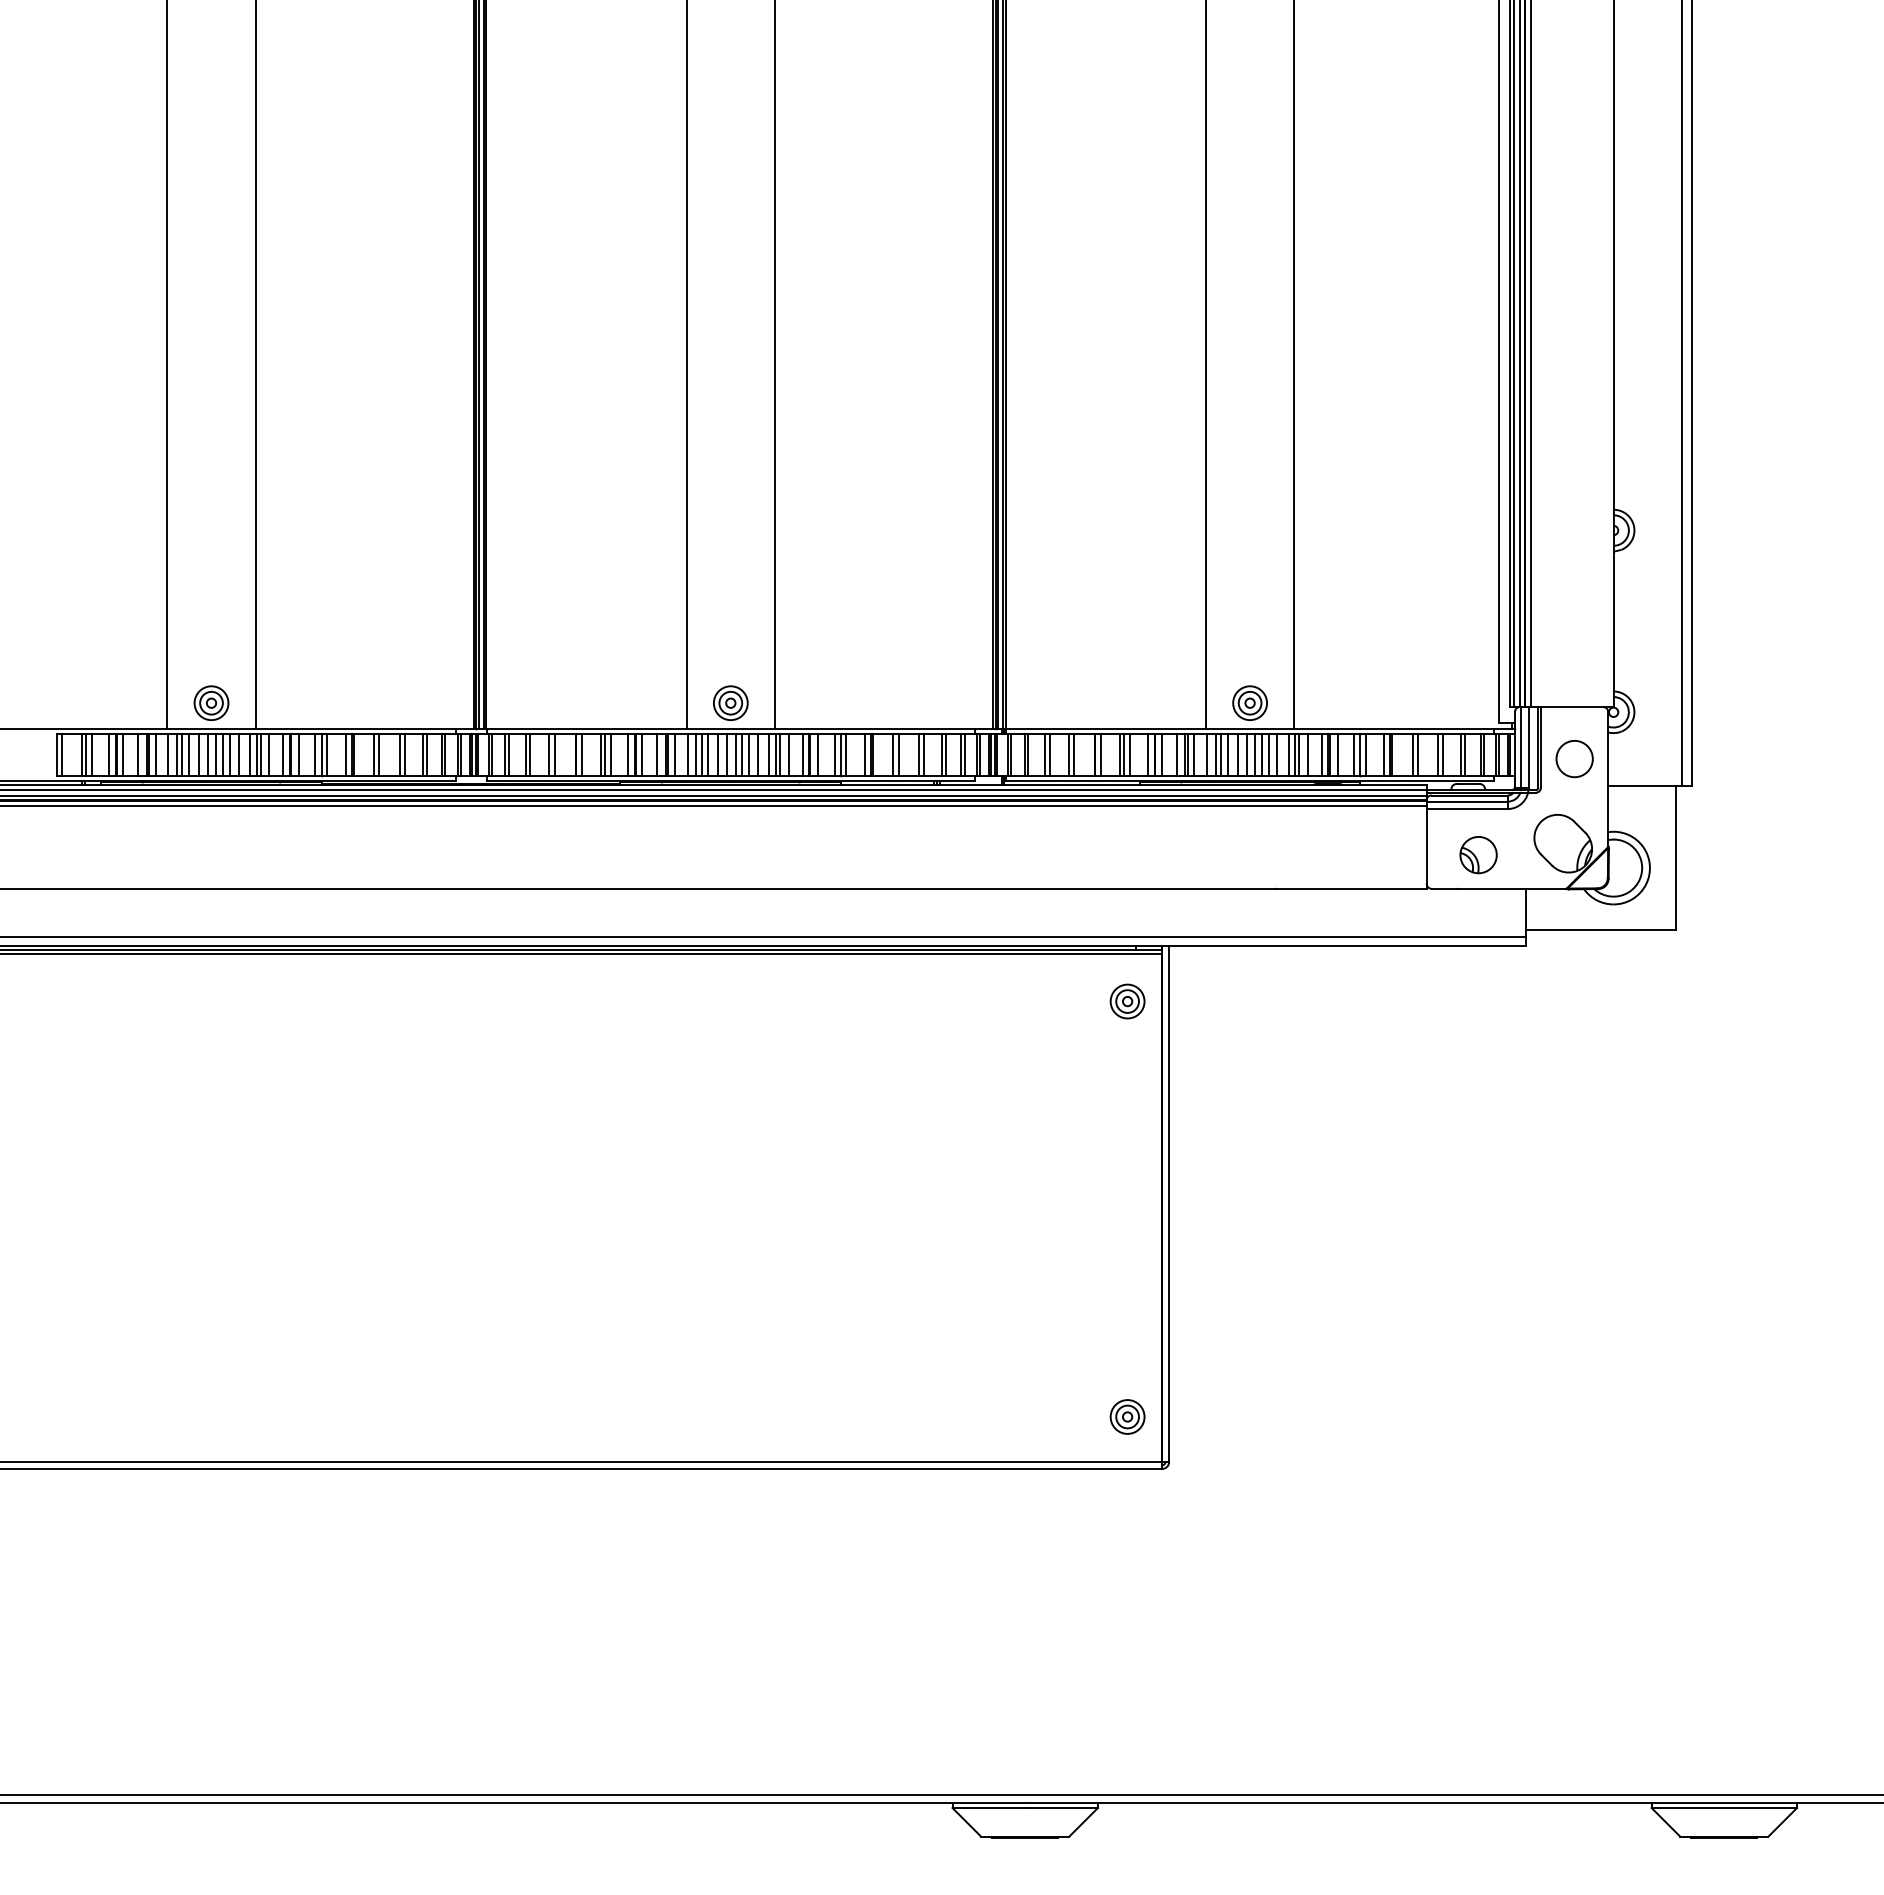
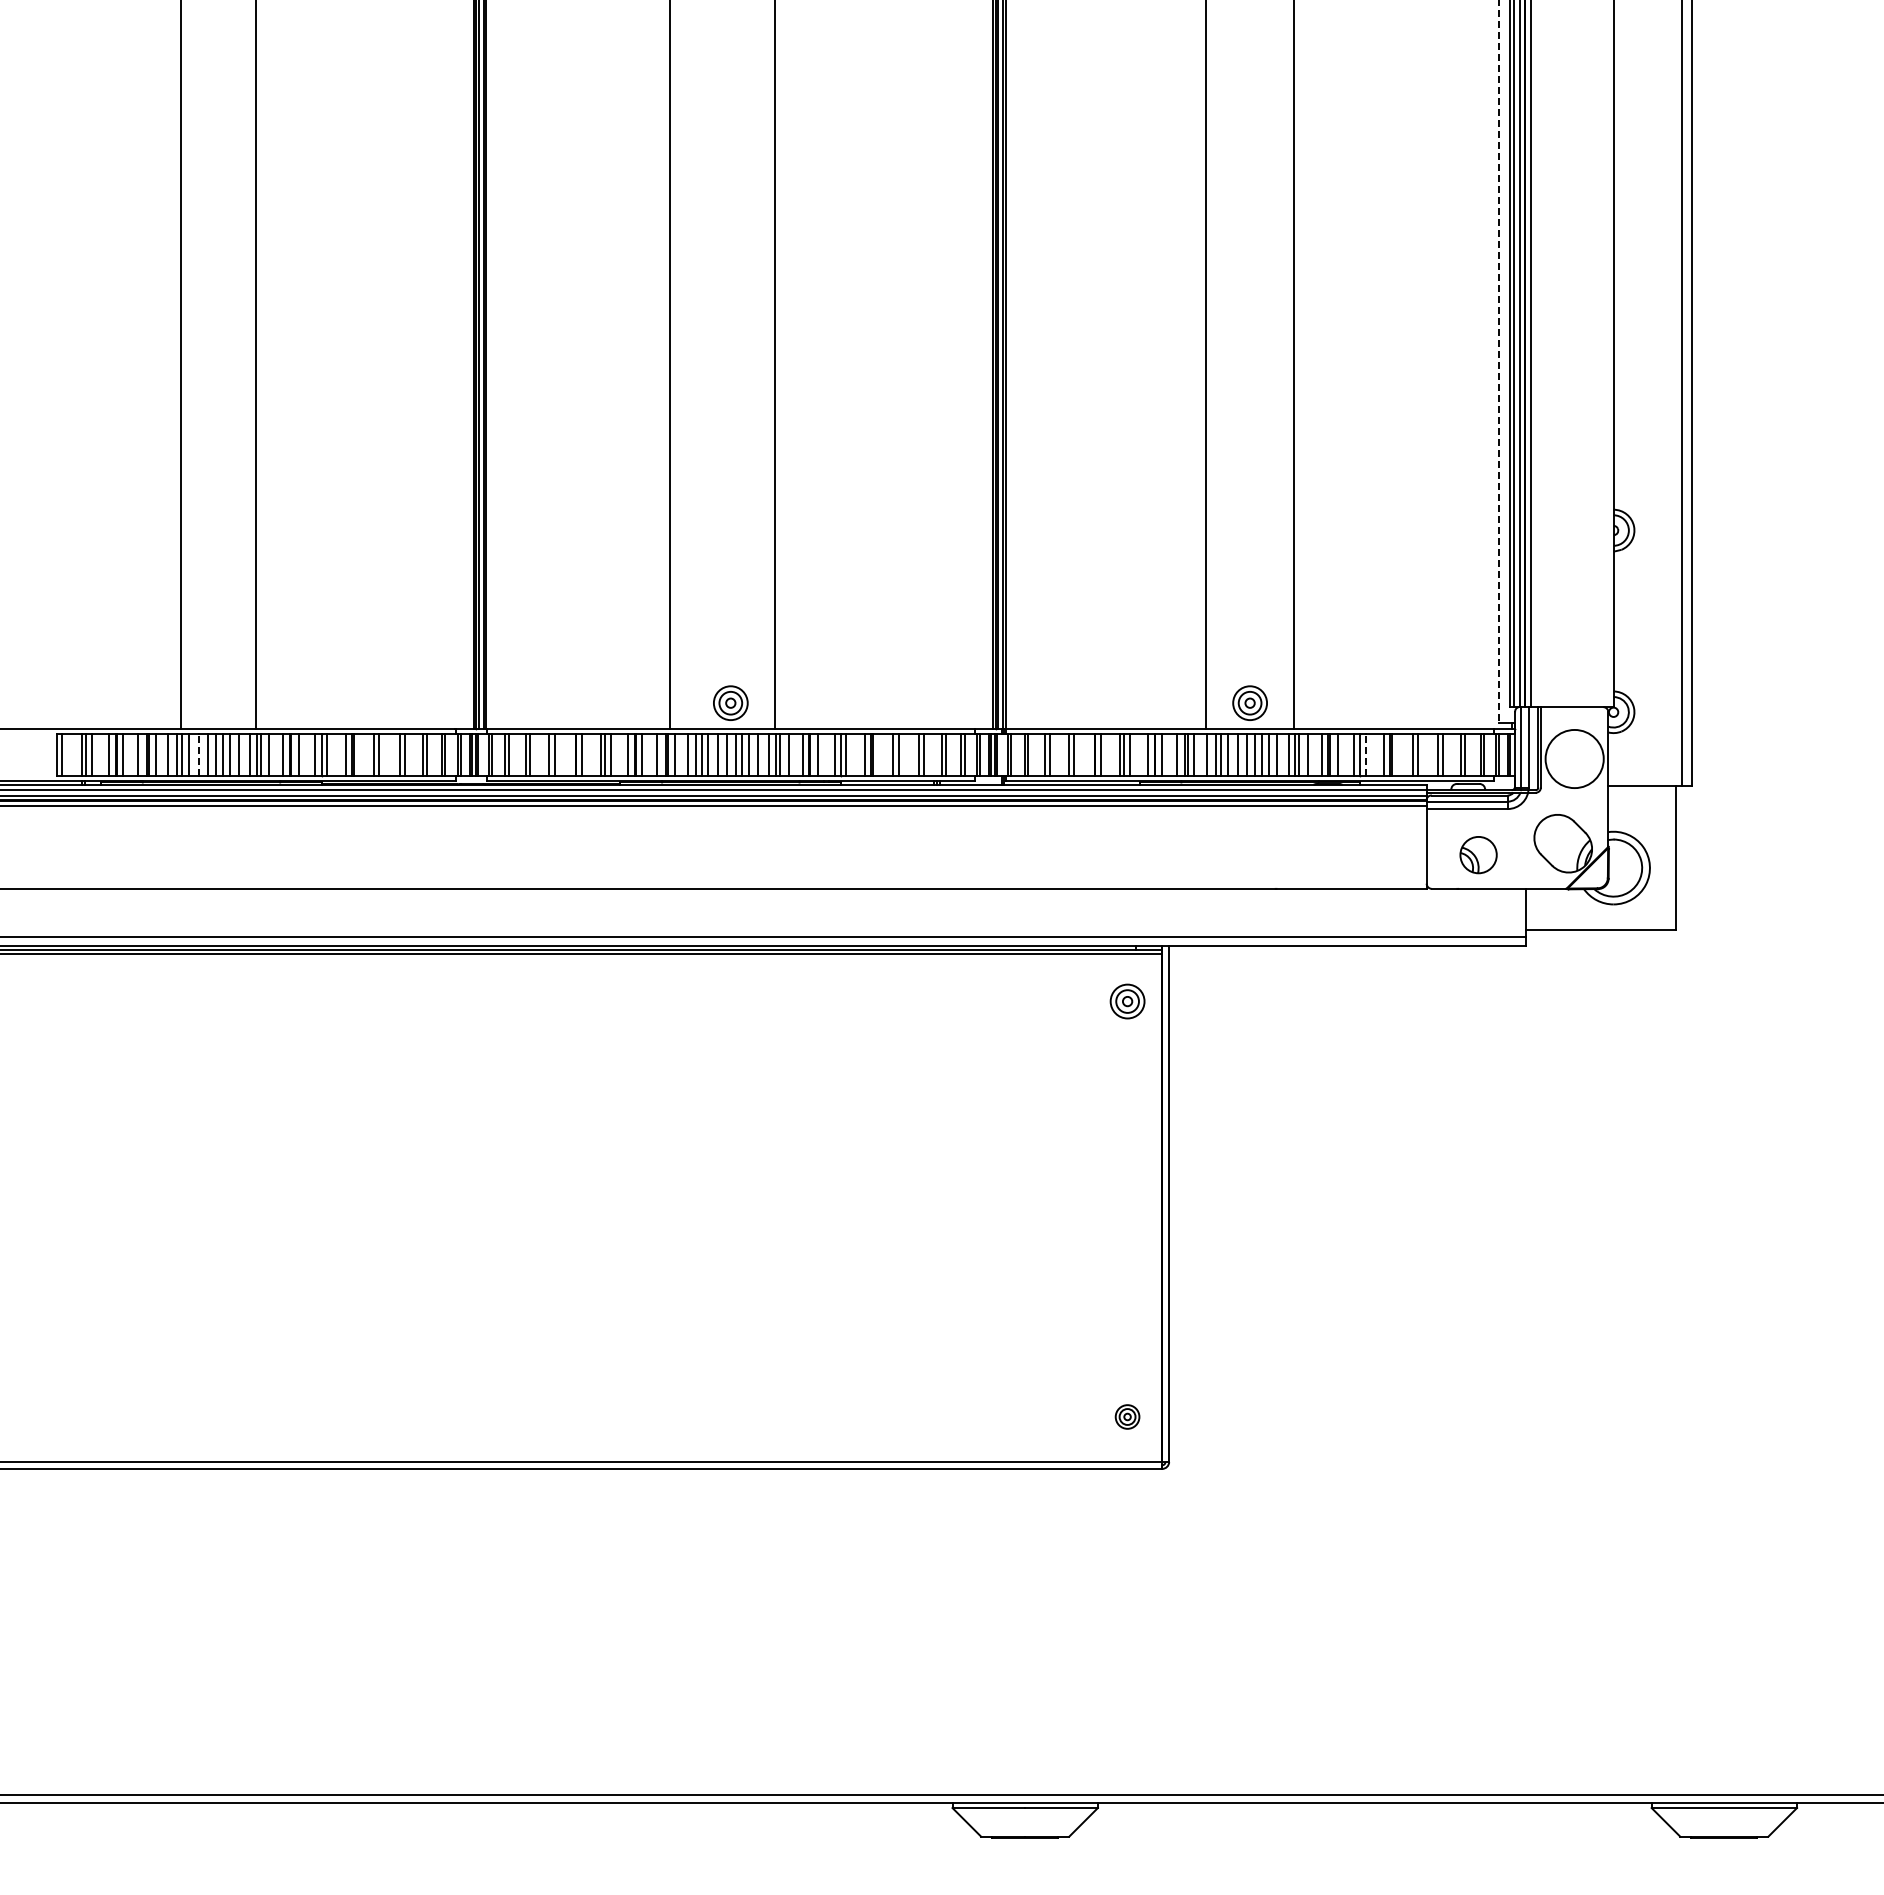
line at (1499, 361): solid -> dashed
line at (167, 365) position: (167, 365) -> (181, 365)
line at (686, 365) position: (686, 365) -> (669, 365)
part at (211, 702): present -> none
line at (199, 755): solid -> dashed
line at (1365, 755): solid -> dashed
circle at (1574, 758) diameter: 36 px -> 58 px
part at (1127, 1416) size: 37x36 px -> 27x26 px
